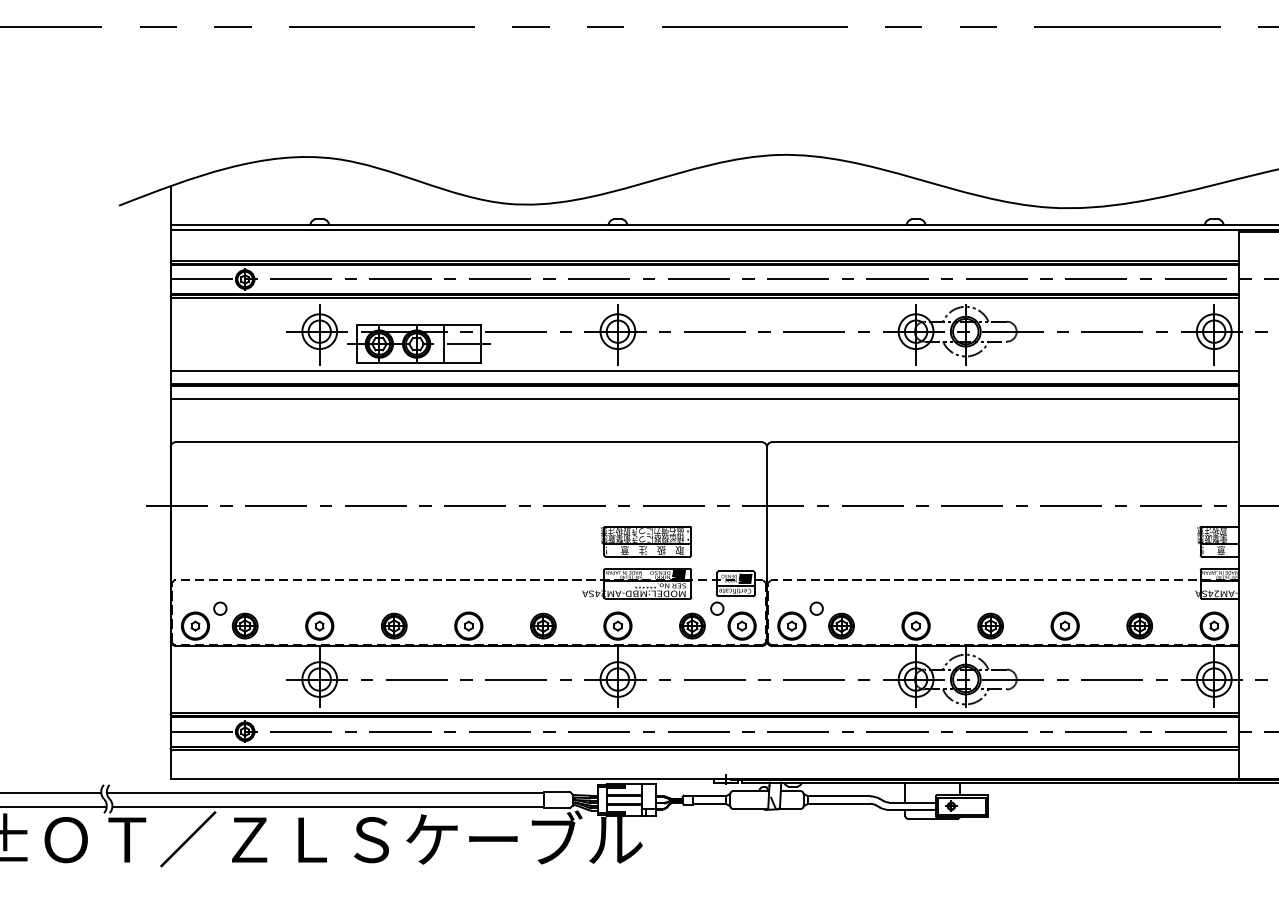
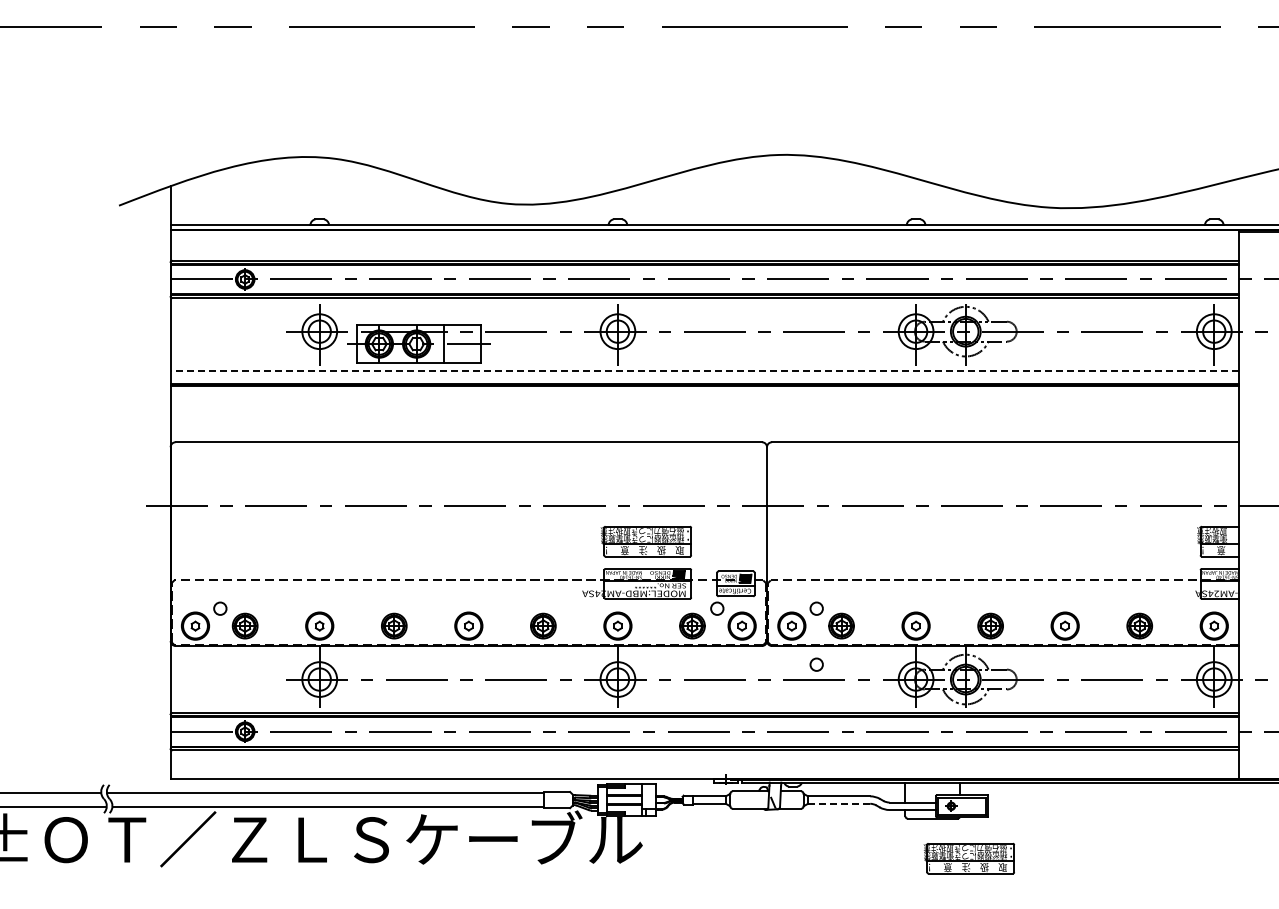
line at (704, 371): solid -> dashed
line at (704, 398): present -> none
circle at (816, 664): none -> present
line at (839, 803): solid -> dashed
part at (968, 858): none -> present
